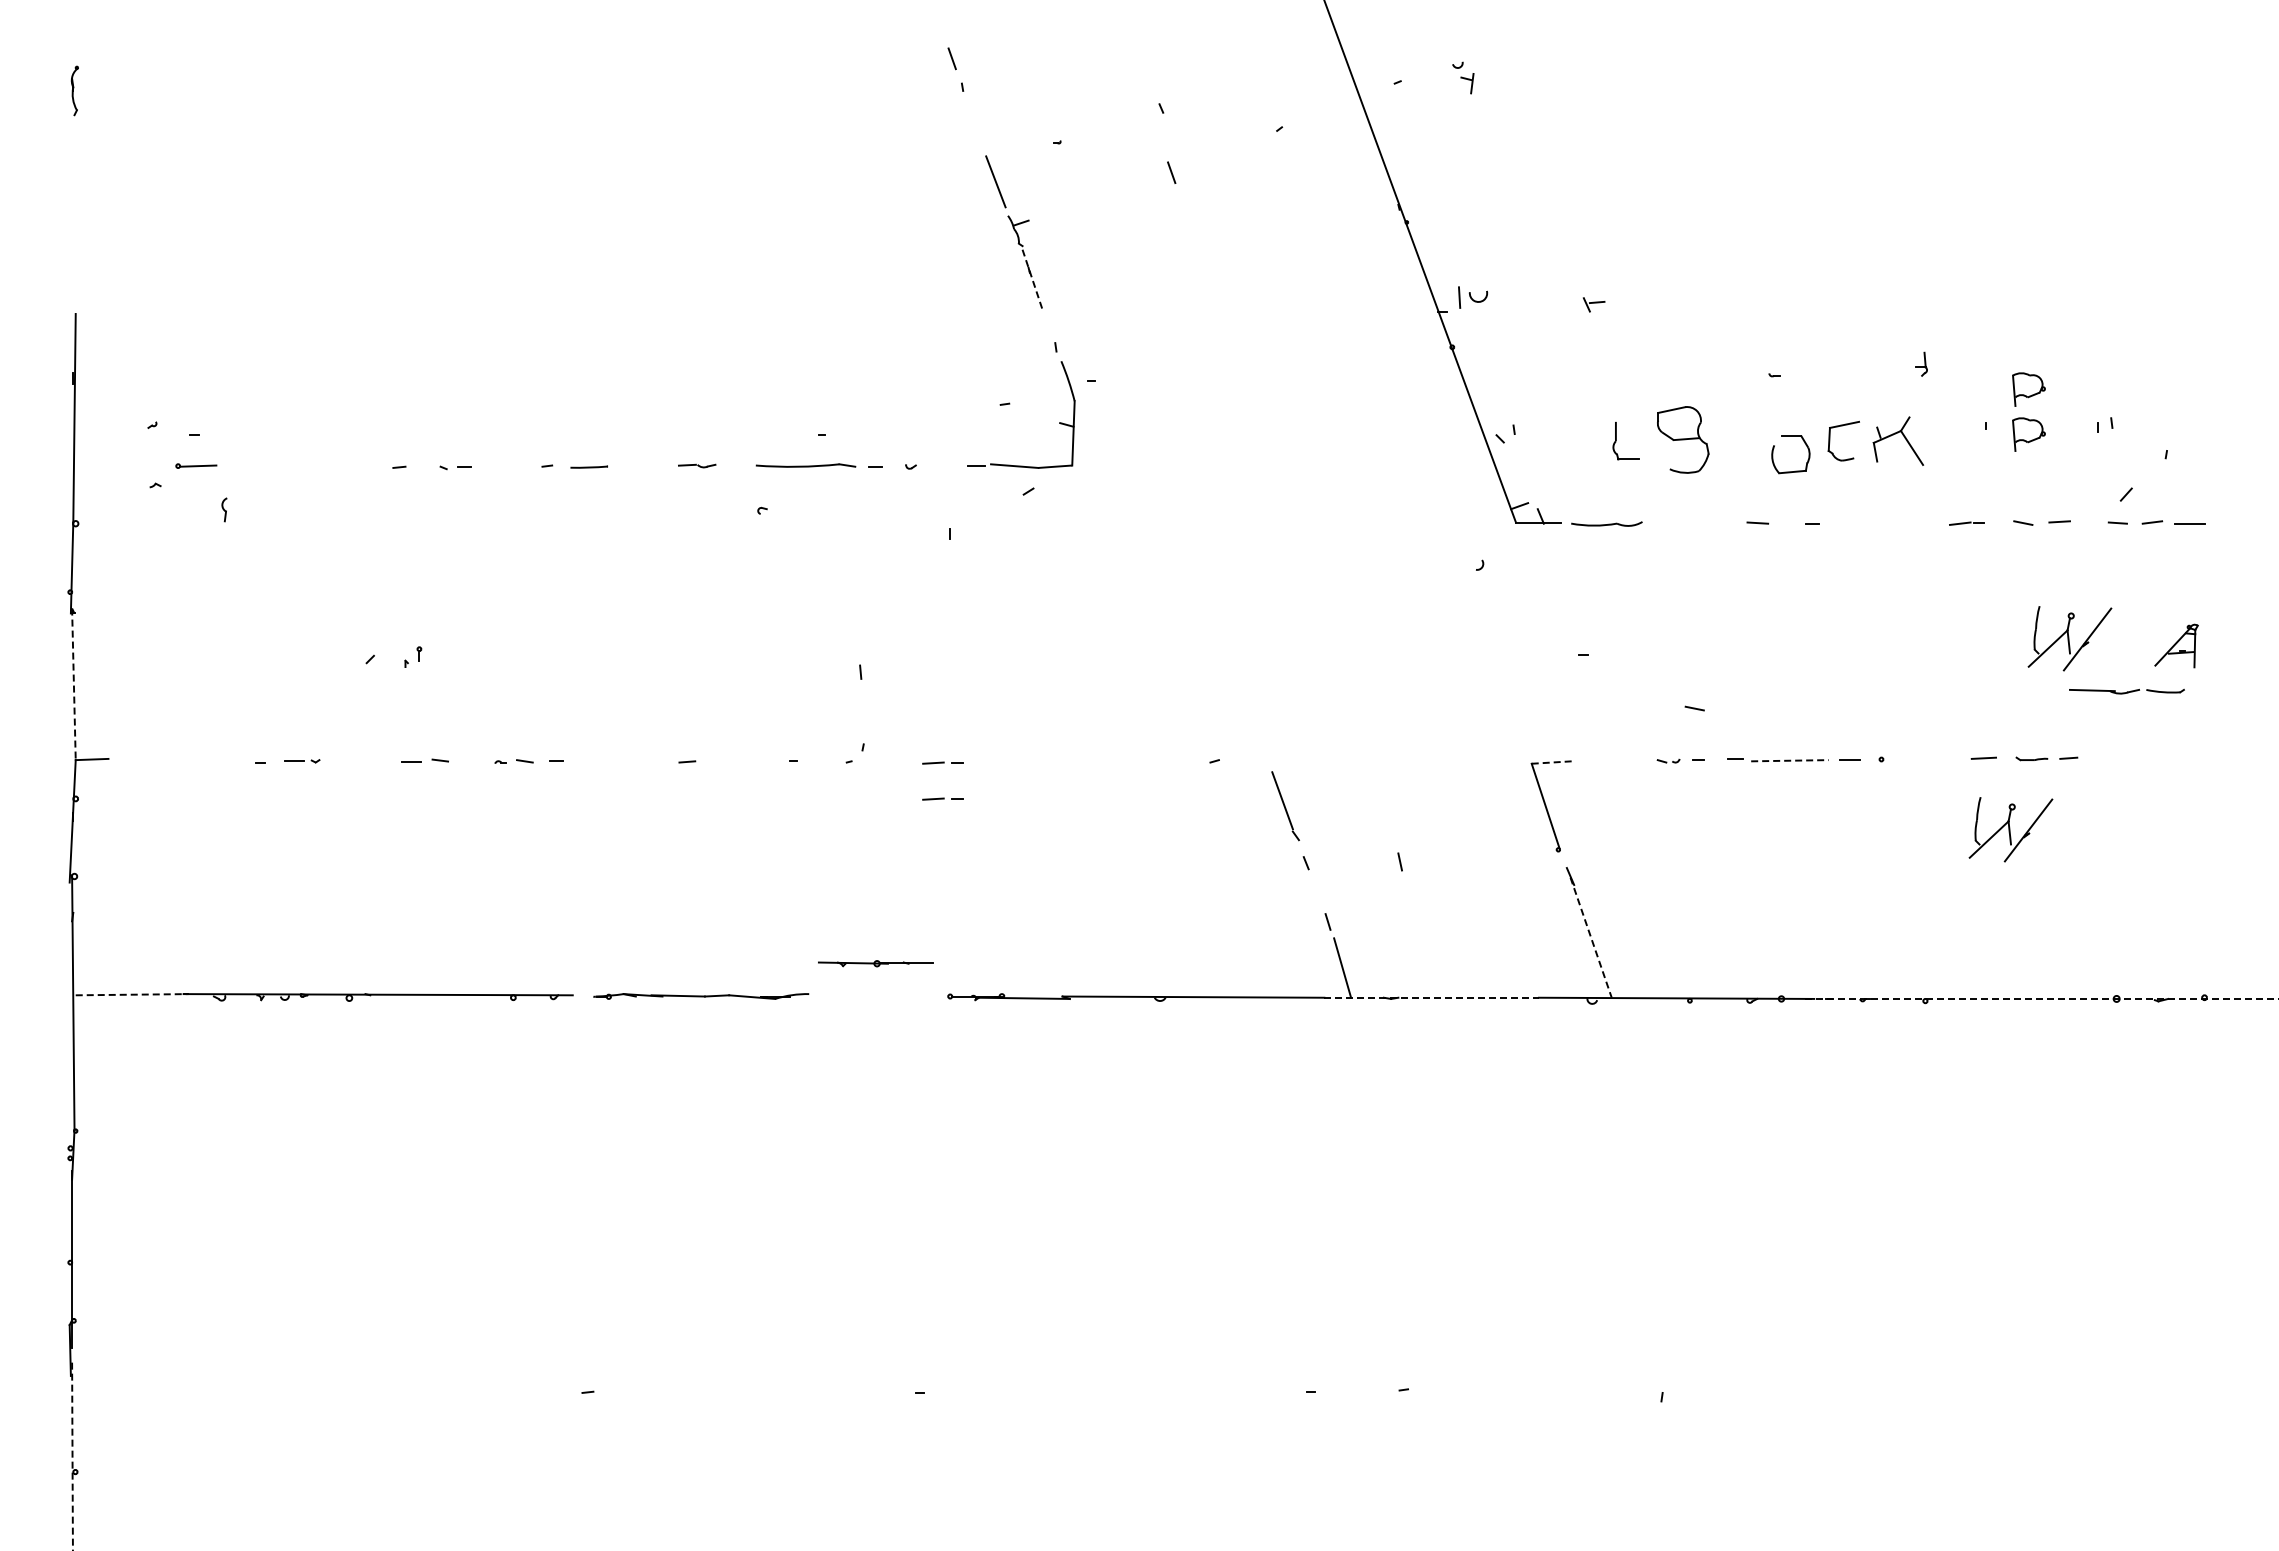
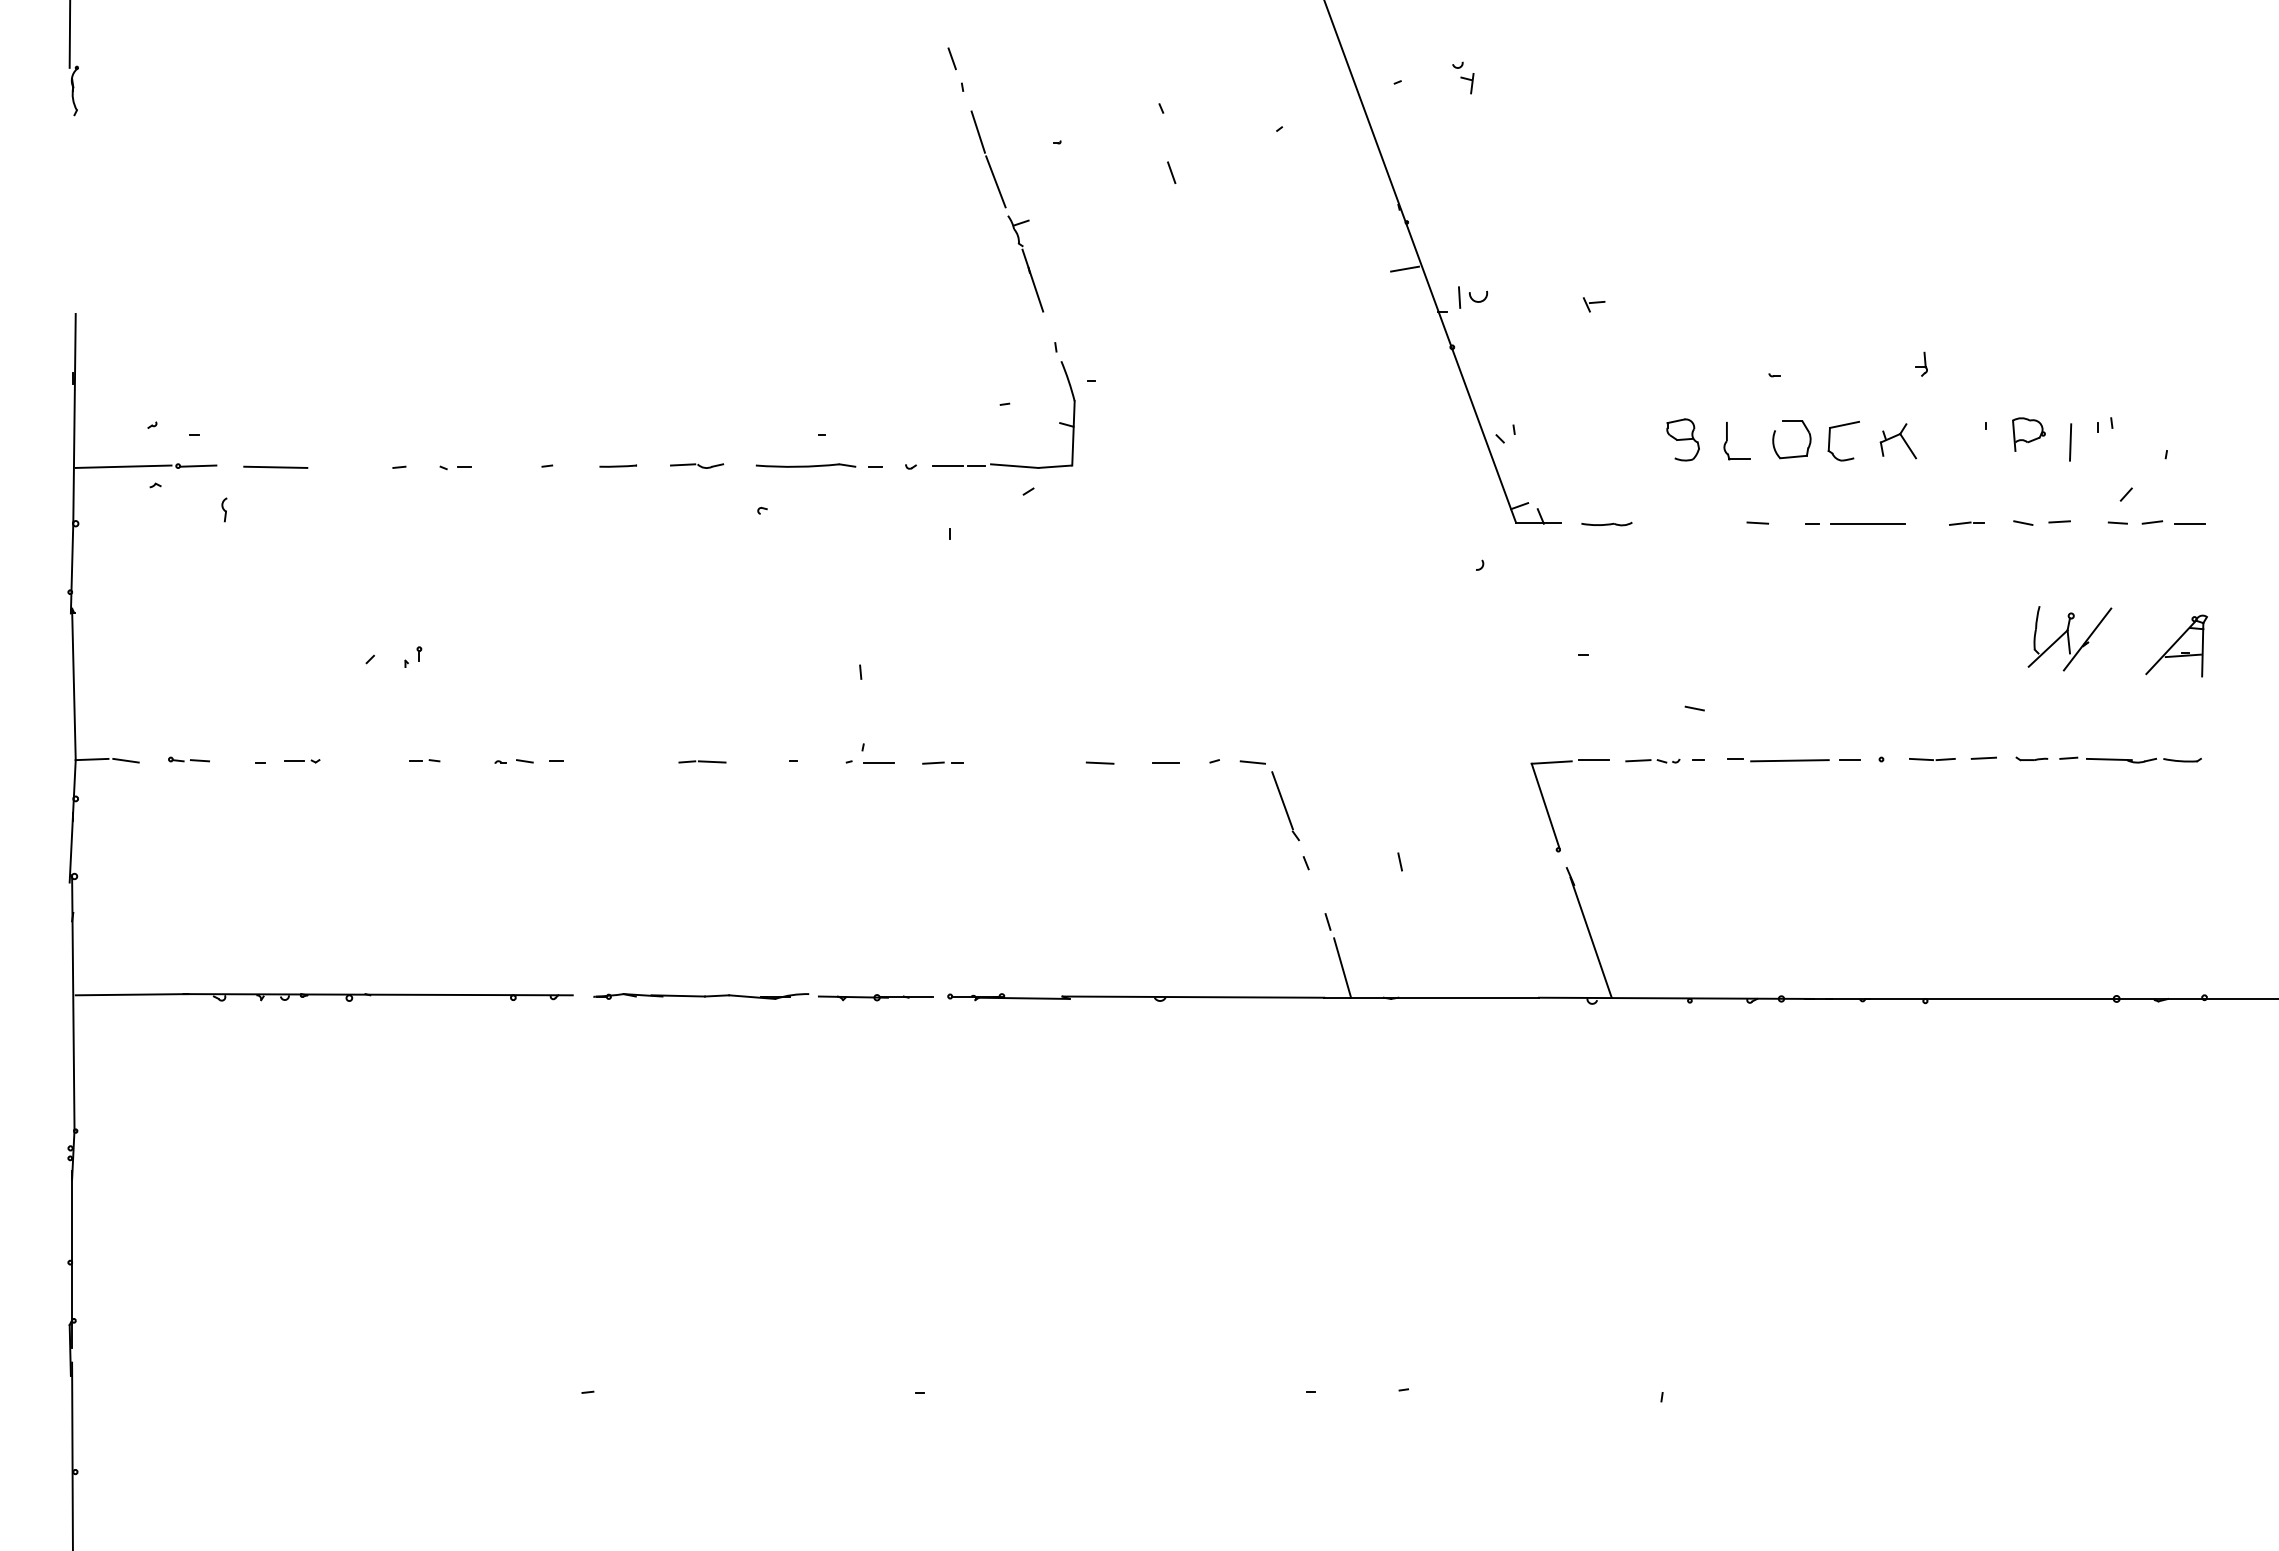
line at (69, 34): none -> present
line at (977, 131): none -> present
line at (1404, 268): none -> present
line at (1032, 280): dashed -> solid
part at (2028, 389): present -> none
part at (1683, 439) size: 53x68 px -> 34x44 px
part at (1898, 440) size: 53x50 px -> 39x37 px
part at (1616, 441) position: (1616, 441) -> (1727, 441)
line at (2070, 442): none -> present
part at (697, 465) size: 39x6 px -> 55x6 px
line at (947, 465): none -> present
line at (123, 466): none -> present
line at (275, 466): none -> present
line at (588, 466) position: (588, 466) -> (617, 465)
part at (1795, 470) position: (1795, 470) -> (1796, 455)
part at (1606, 523) size: 72x6 px -> 52x6 px
line at (1868, 523): none -> present
part at (2176, 645) size: 45x46 px -> 63x64 px
line at (73, 684): dashed -> solid
part at (2126, 691) position: (2126, 691) -> (2143, 760)
part at (188, 759): none -> present
line at (1932, 759): none -> present
line at (125, 760): none -> present
part at (424, 760) size: 48x5 px -> 32x4 px
line at (1594, 760): none -> present
line at (1638, 760): none -> present
line at (1789, 760): dashed -> solid
line at (711, 761): none -> present
line at (878, 762): none -> present
line at (1099, 762): none -> present
line at (1165, 762): none -> present
line at (1252, 762): none -> present
line at (1552, 762): dashed -> solid
part at (942, 798): present -> none
part at (2010, 829): present -> none
line at (1591, 938): dashed -> solid
part at (875, 963) position: (875, 963) -> (875, 997)
line at (132, 994): dashed -> solid
line at (1432, 997): dashed -> solid
line at (2041, 998): dashed -> solid
line at (72, 1456): dashed -> solid
